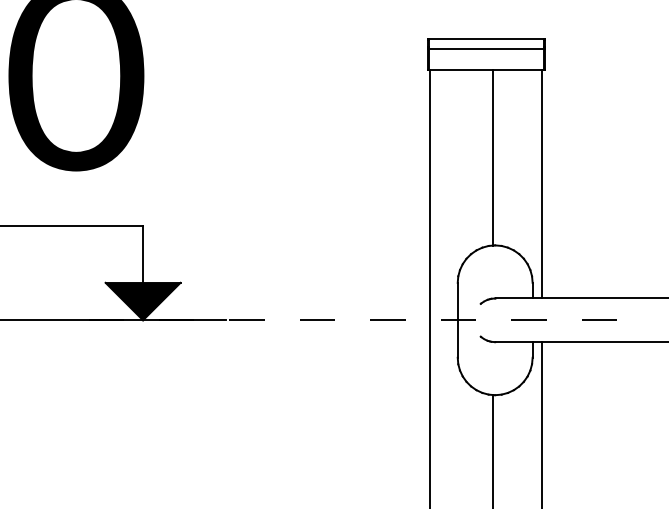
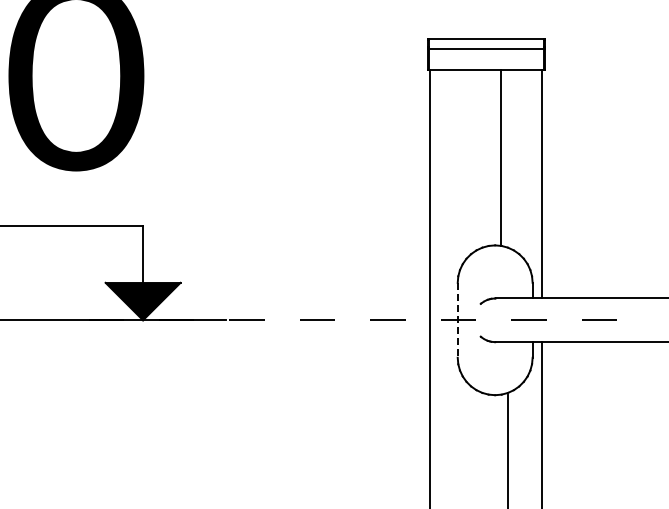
line at (492, 157) position: (492, 157) -> (500, 157)
line at (457, 320): solid -> dashed
line at (492, 449) position: (492, 449) -> (507, 449)
